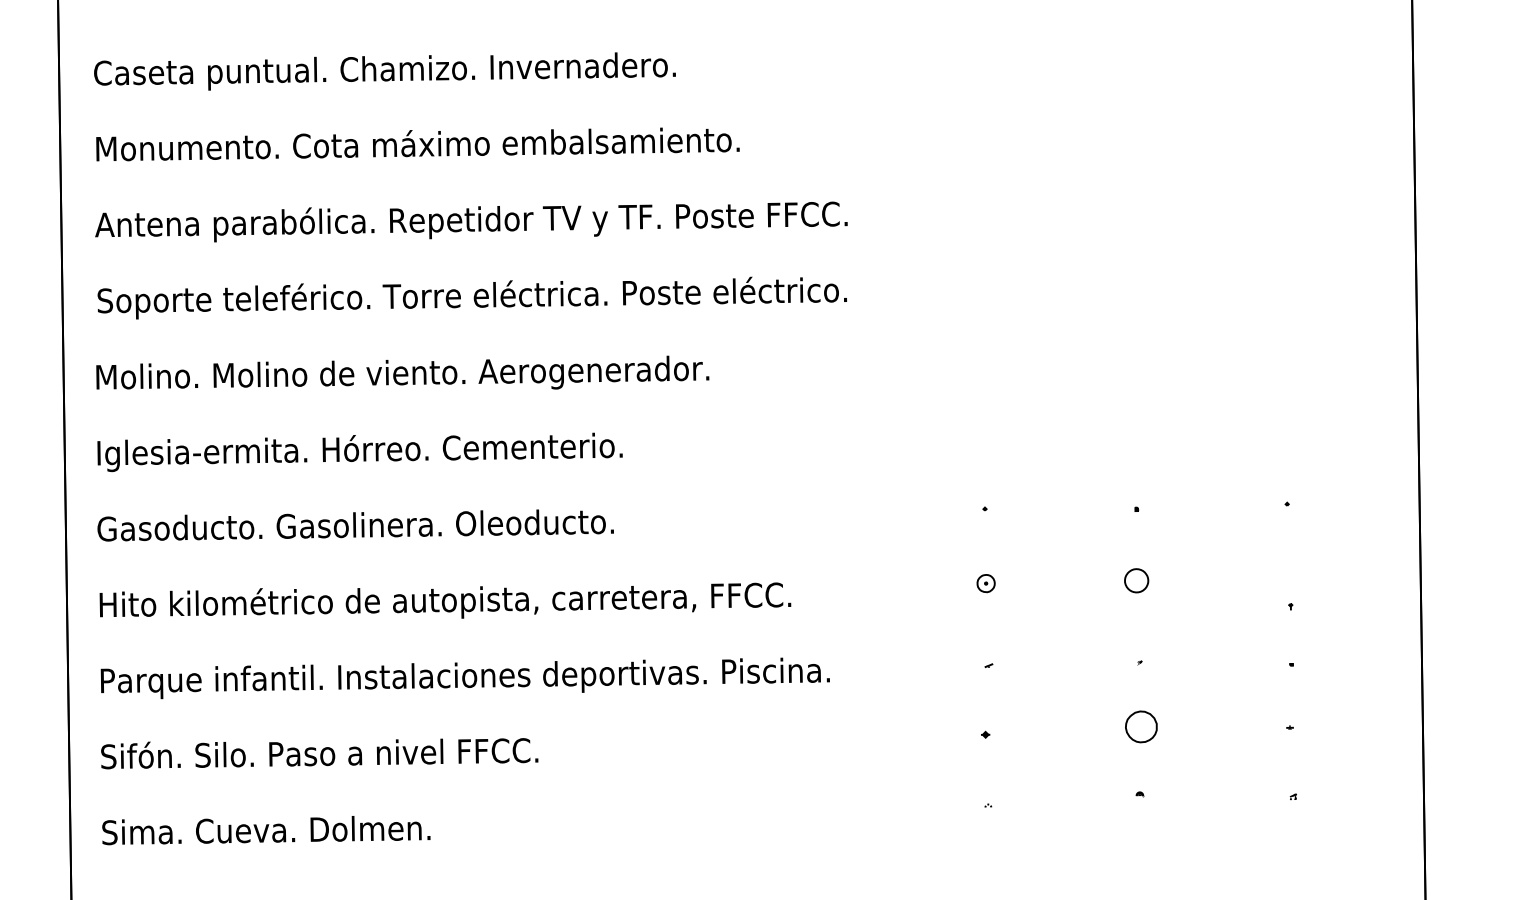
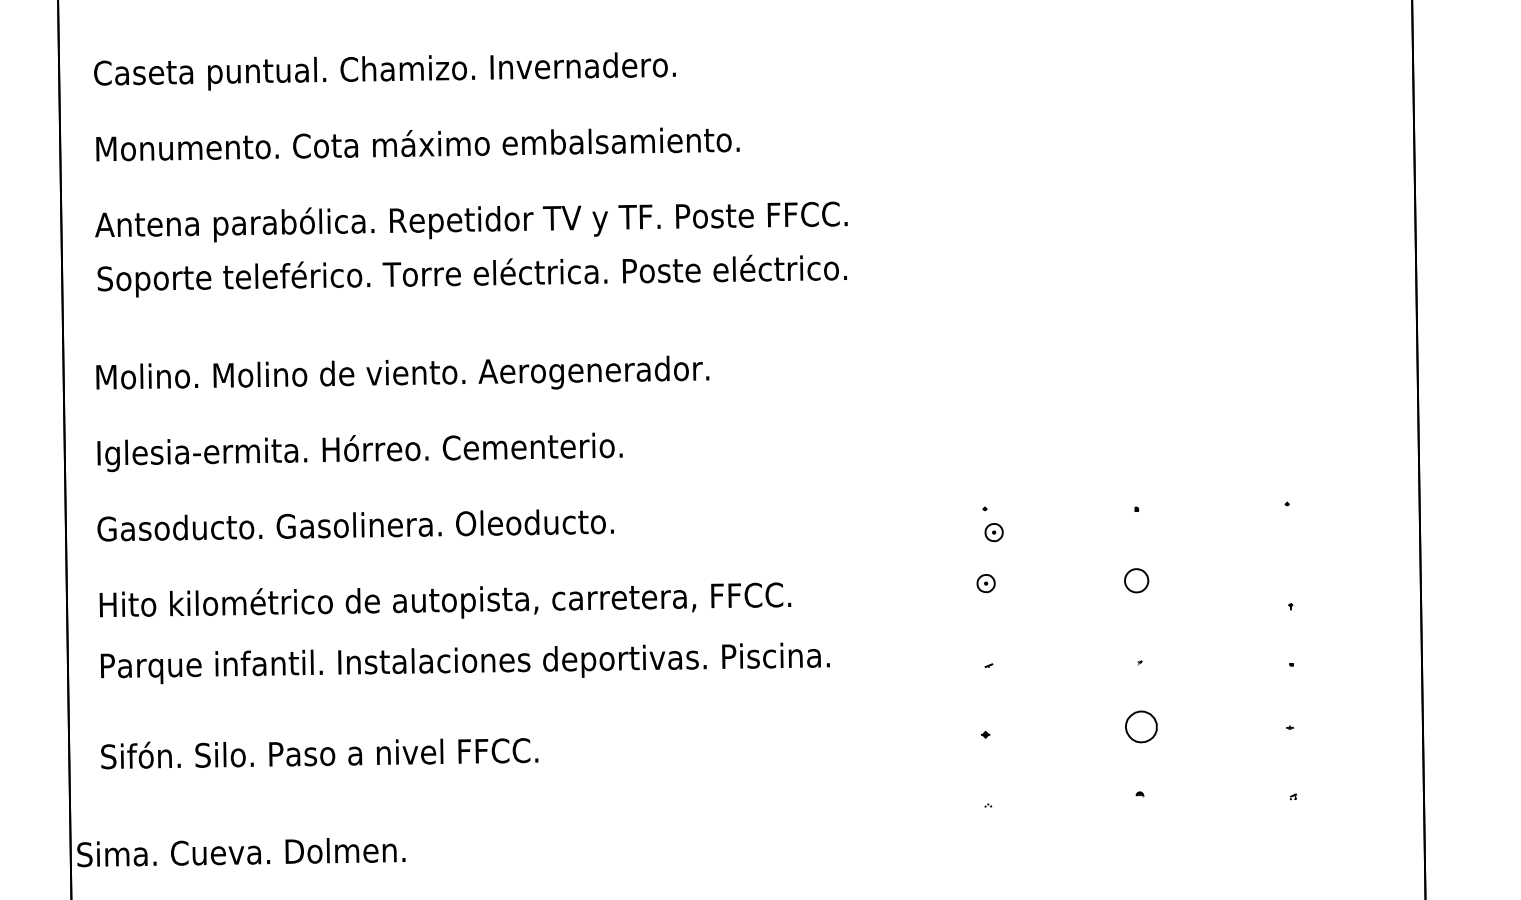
text at (471, 297) position: (471, 297) -> (471, 275)
part at (993, 532): none -> present
text at (464, 678) position: (464, 678) -> (464, 663)
text at (266, 830) position: (266, 830) -> (241, 852)
